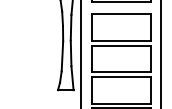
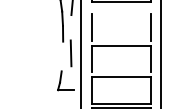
line at (120, 14): present -> none
line at (70, 27): present -> none
line at (120, 41): present -> none
line at (62, 56): present -> none
line at (120, 72): present -> none
line at (72, 78): present -> none
